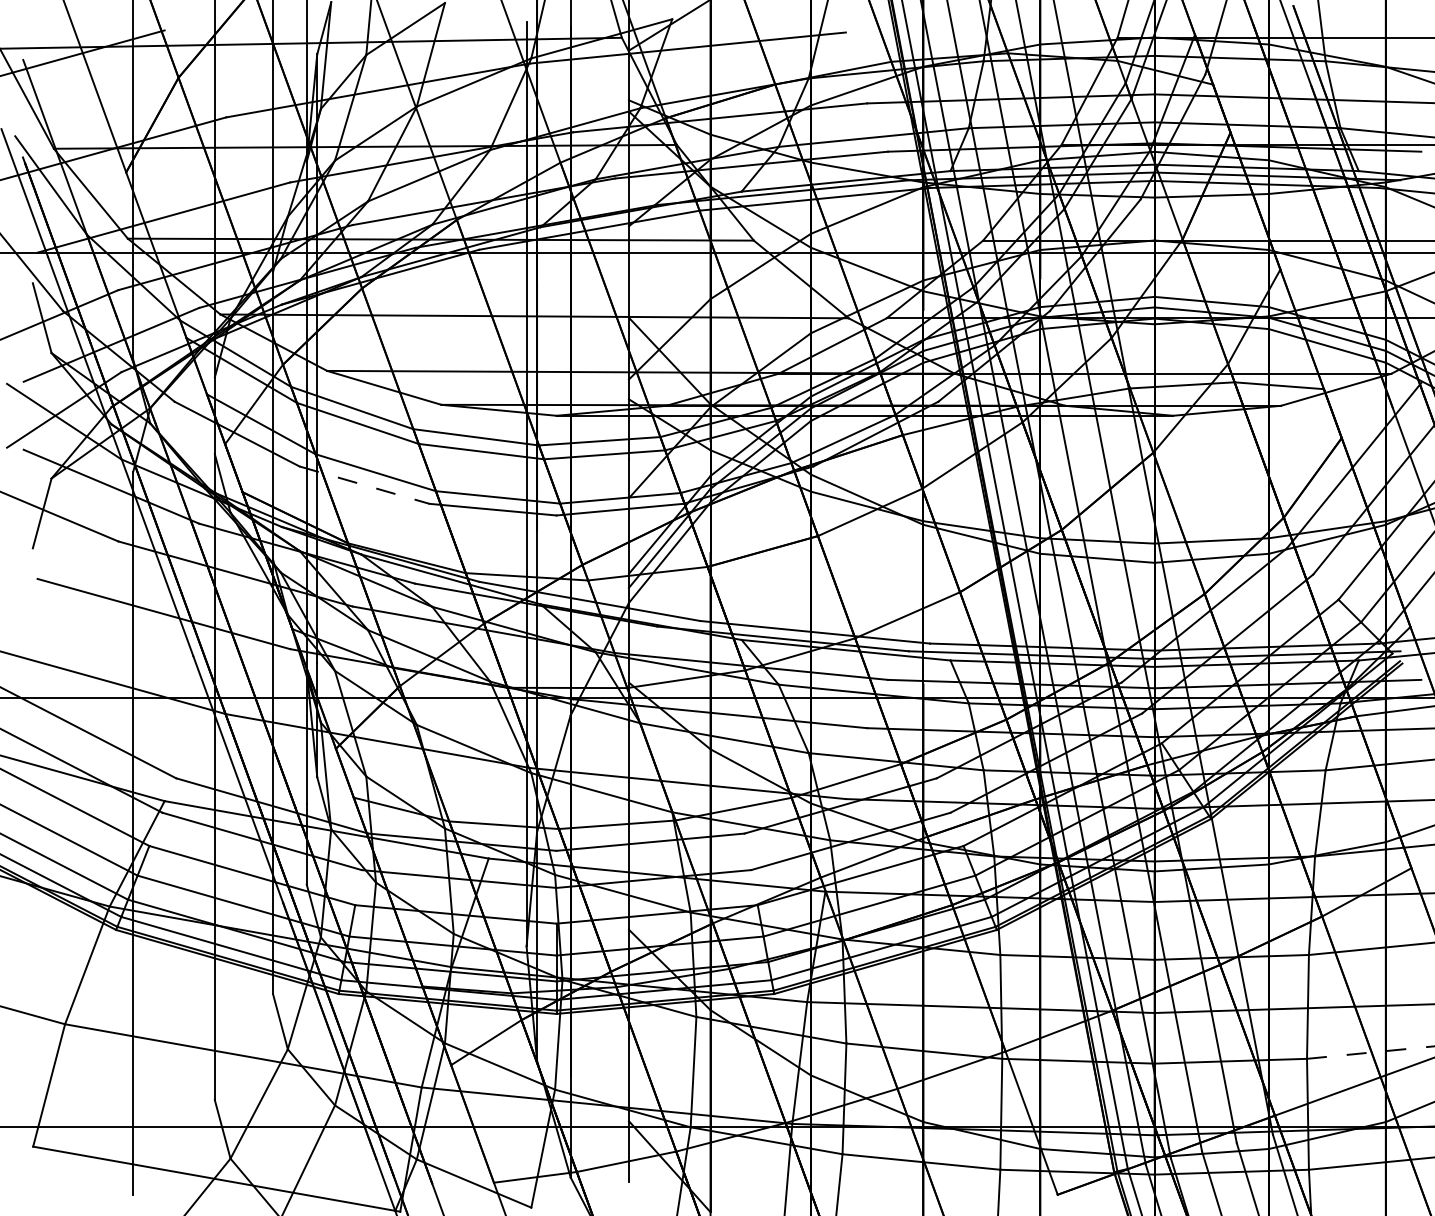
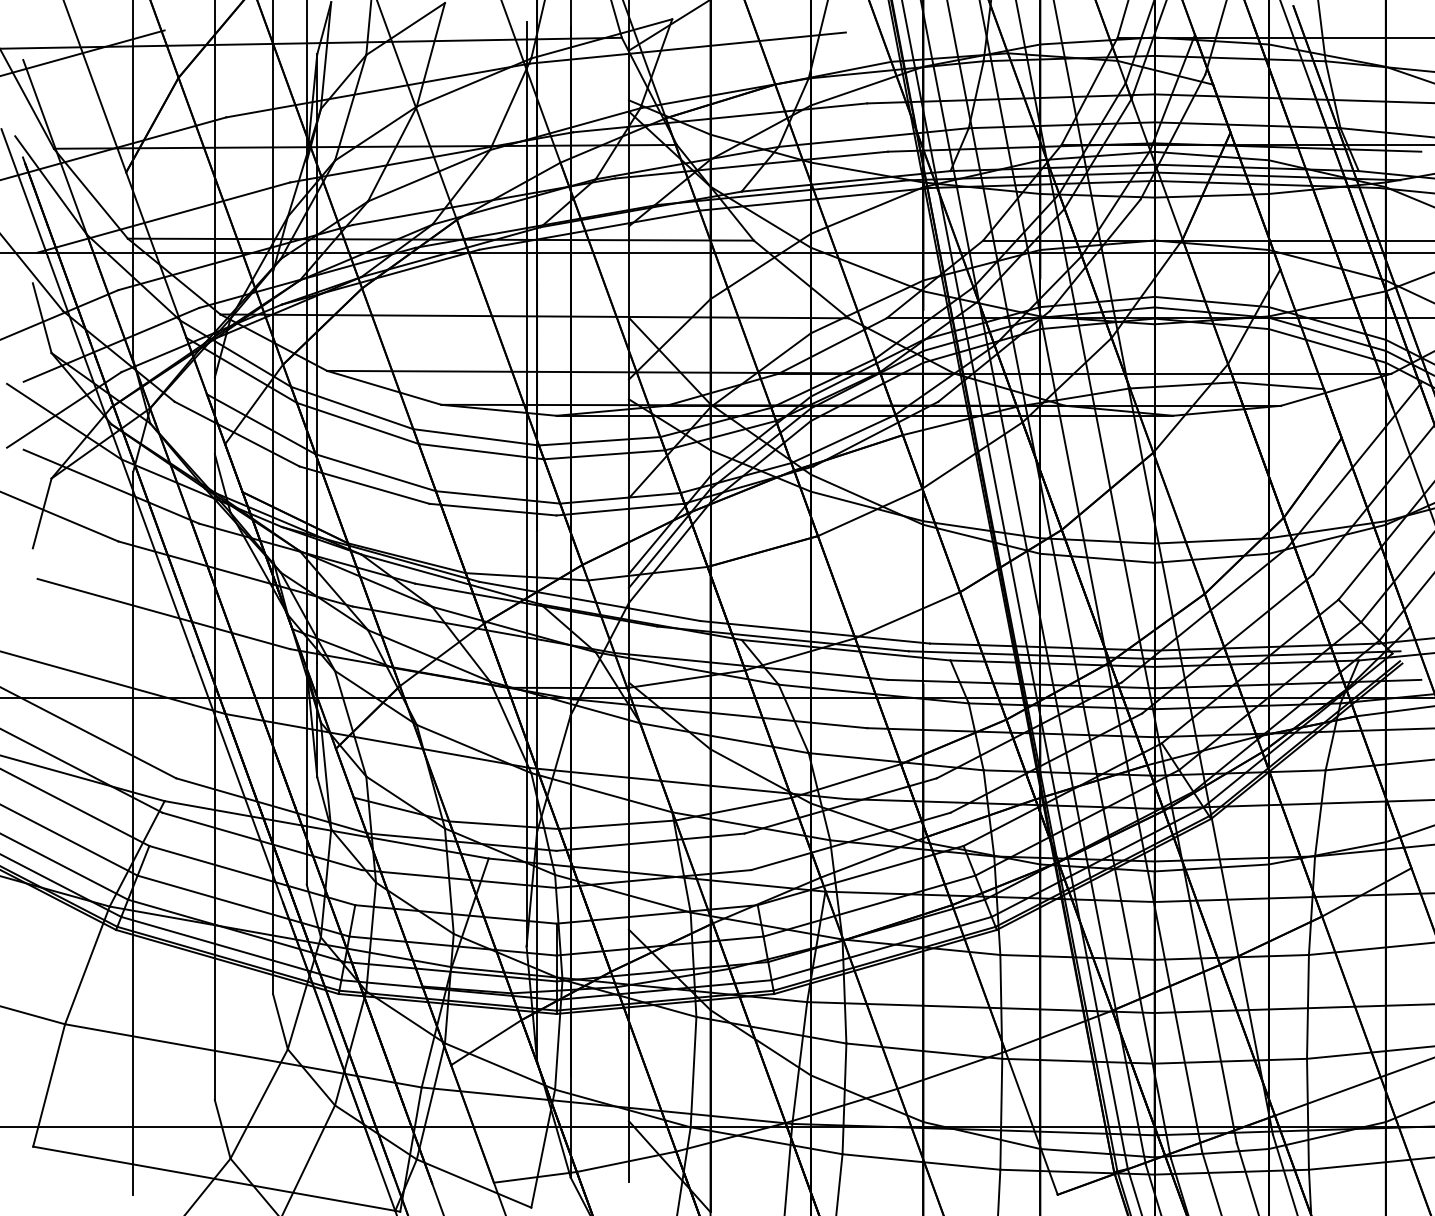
line at (364, 485): dashed -> solid
line at (1370, 1052): dashed -> solid
